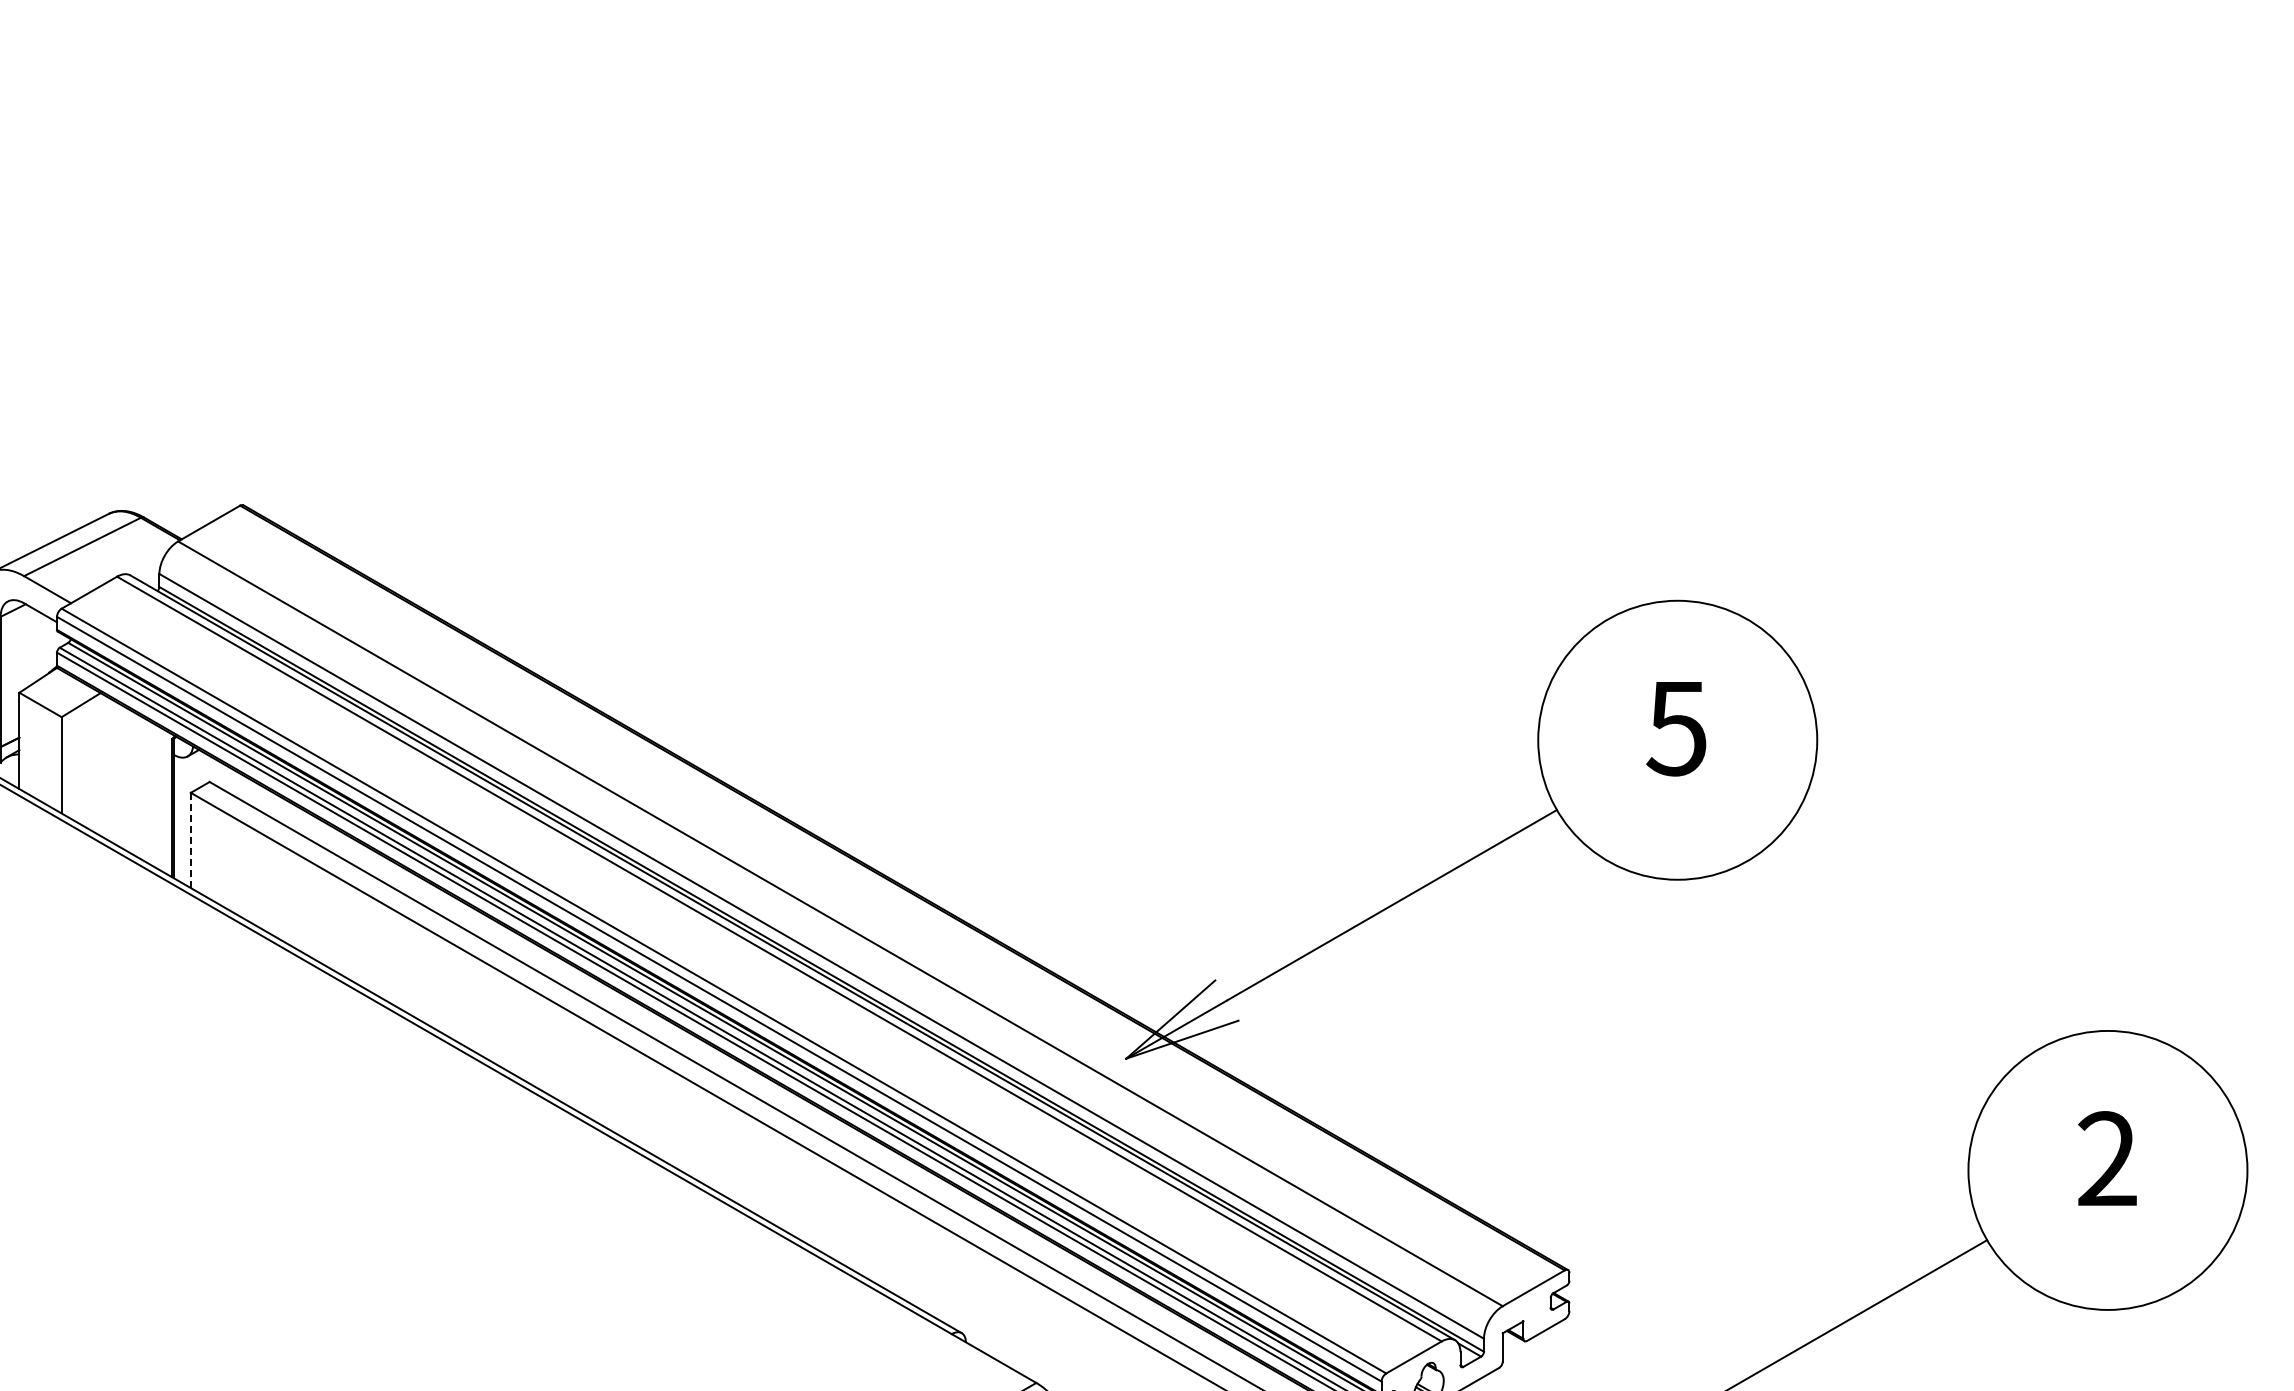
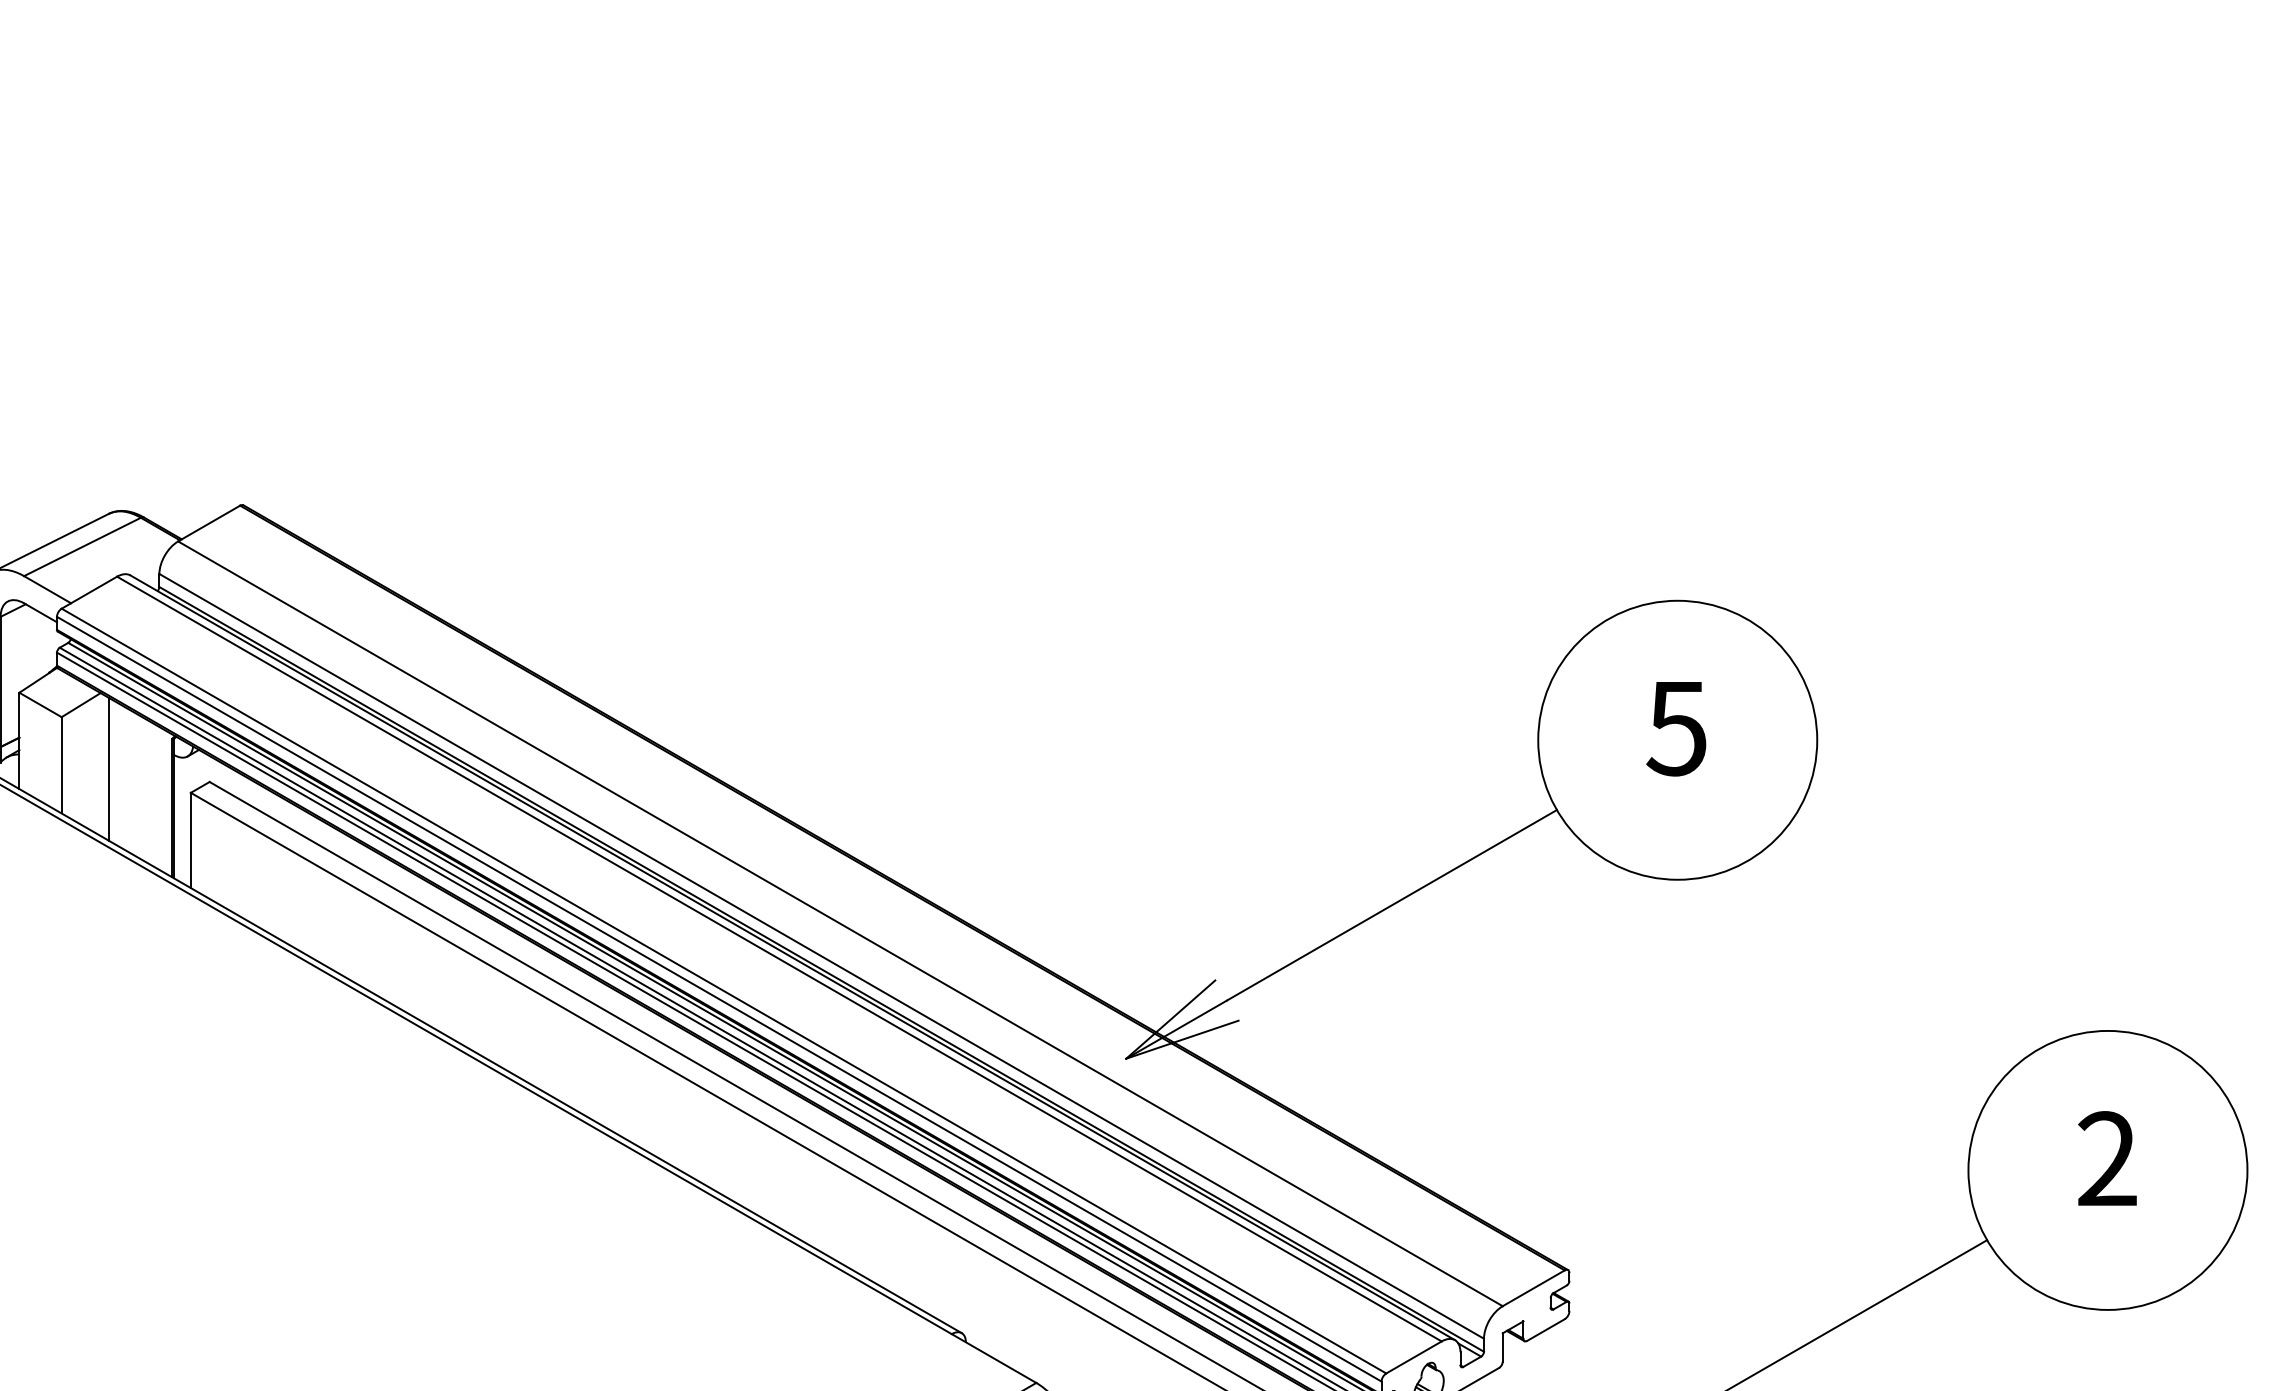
line at (108, 768): none -> present
line at (190, 840): dashed -> solid
